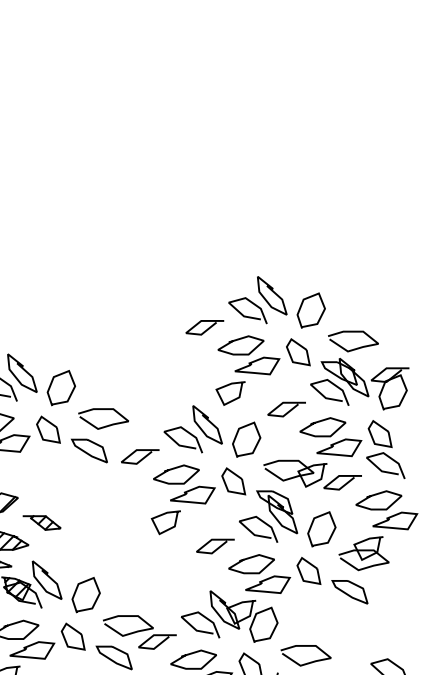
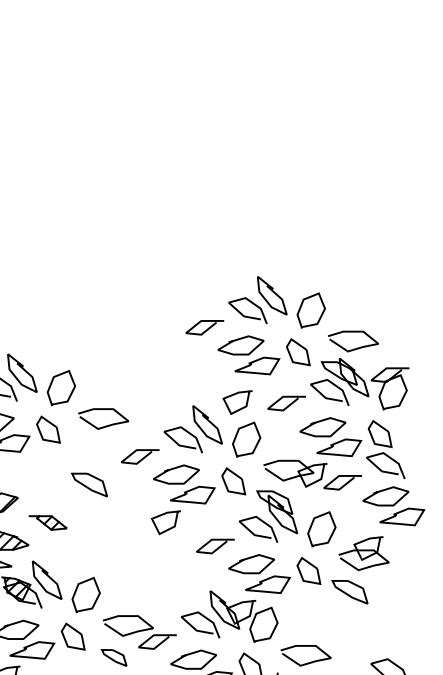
curve at (232, 399) position: (232, 399) -> (239, 408)
line at (287, 411) position: (287, 411) -> (287, 405)
part at (89, 450) position: (89, 450) -> (89, 484)
part at (386, 510) position: (386, 510) -> (393, 506)
part at (41, 522) position: (41, 522) -> (47, 522)
part at (113, 657) size: 38x26 px -> 28x18 px
